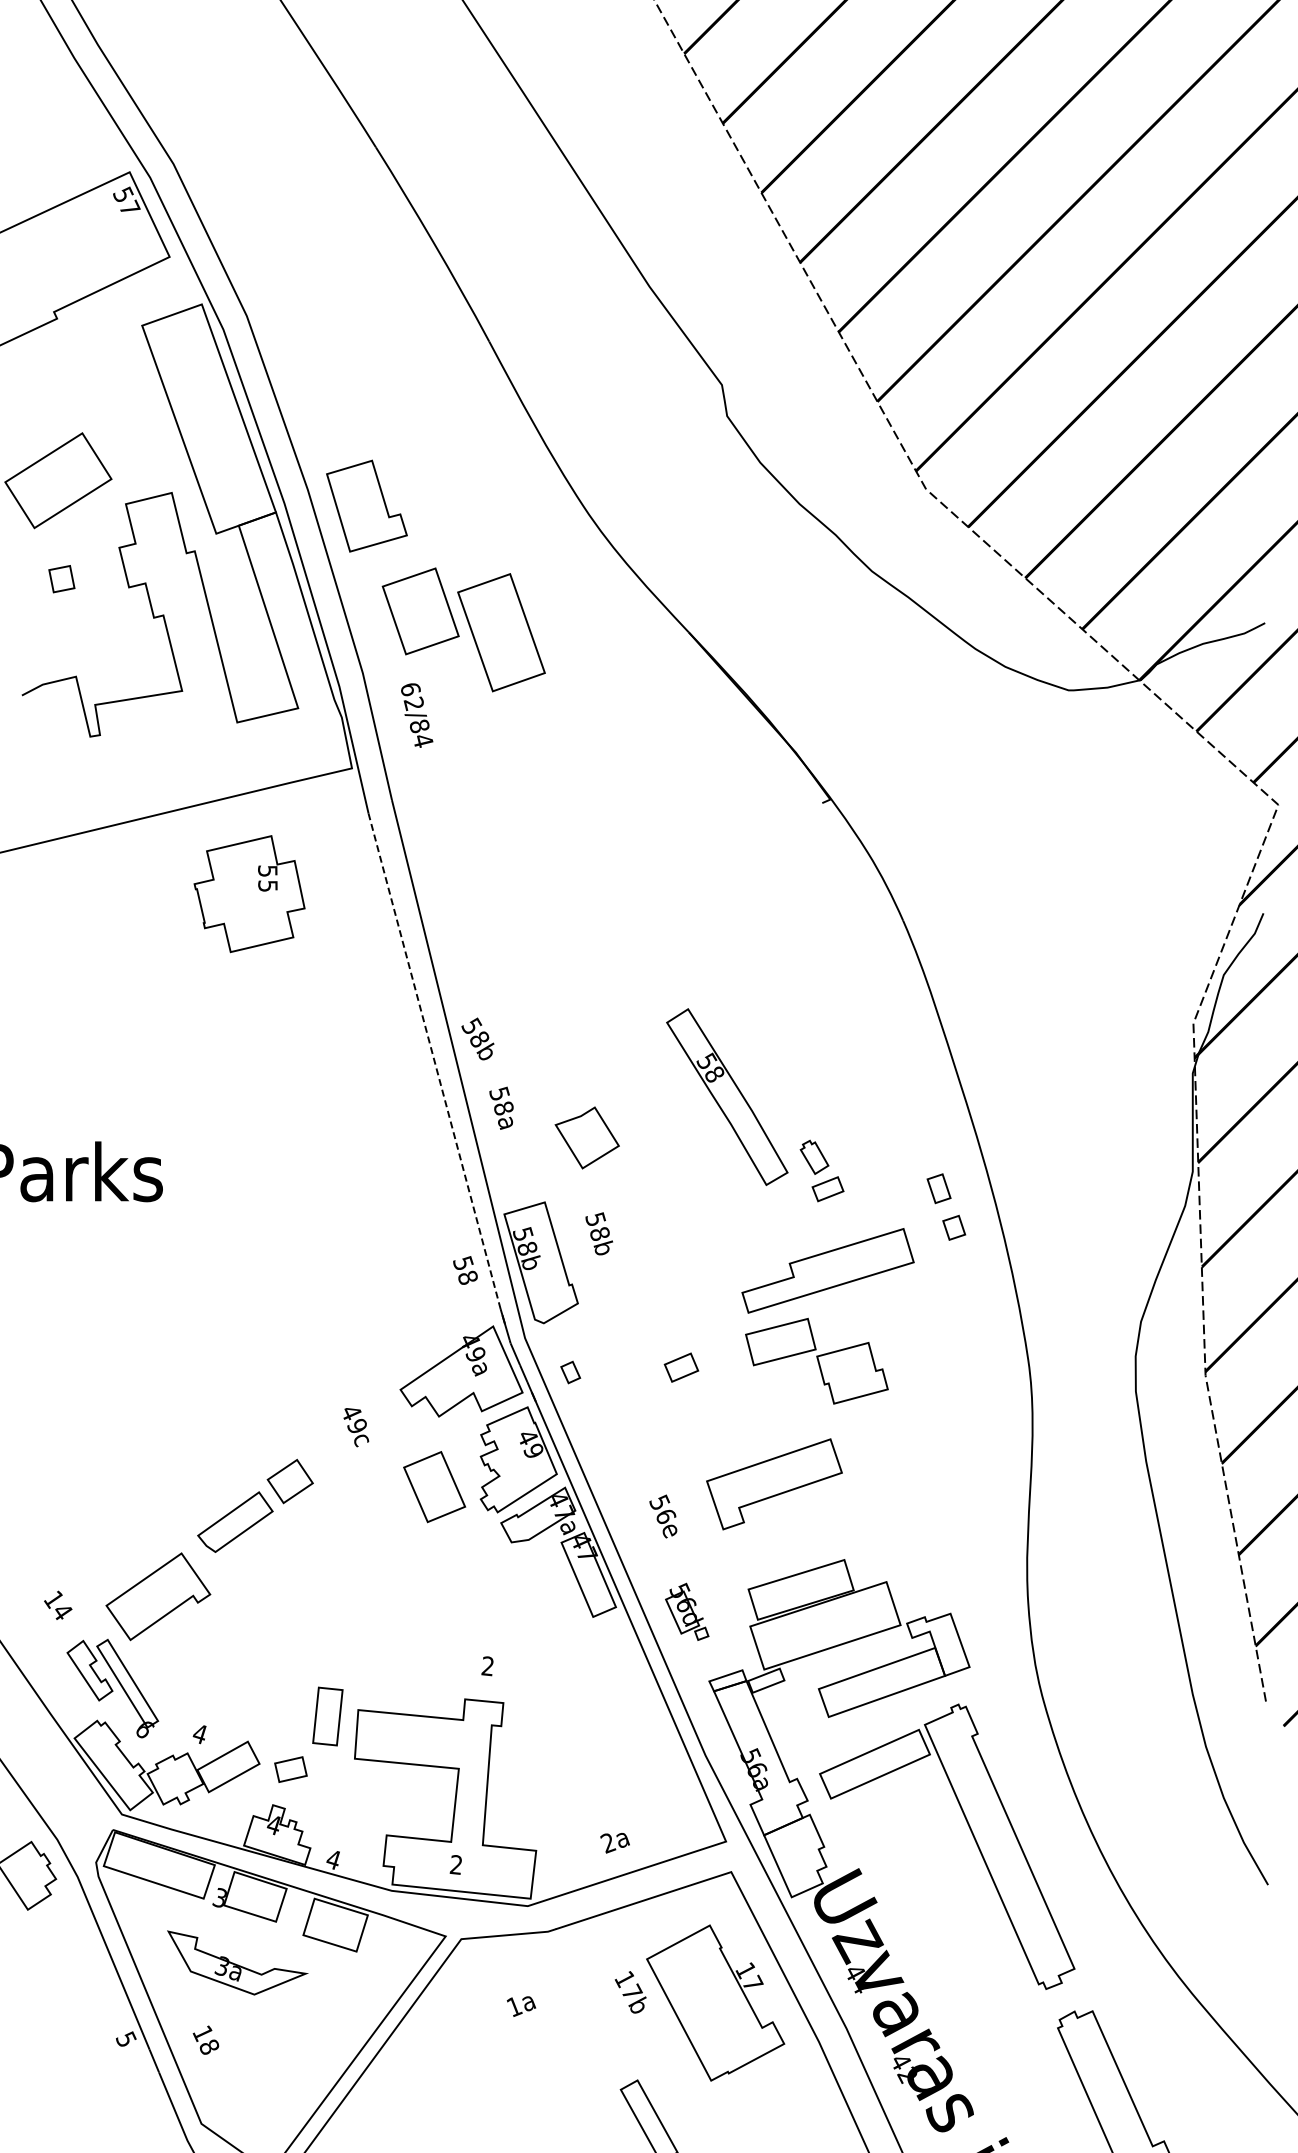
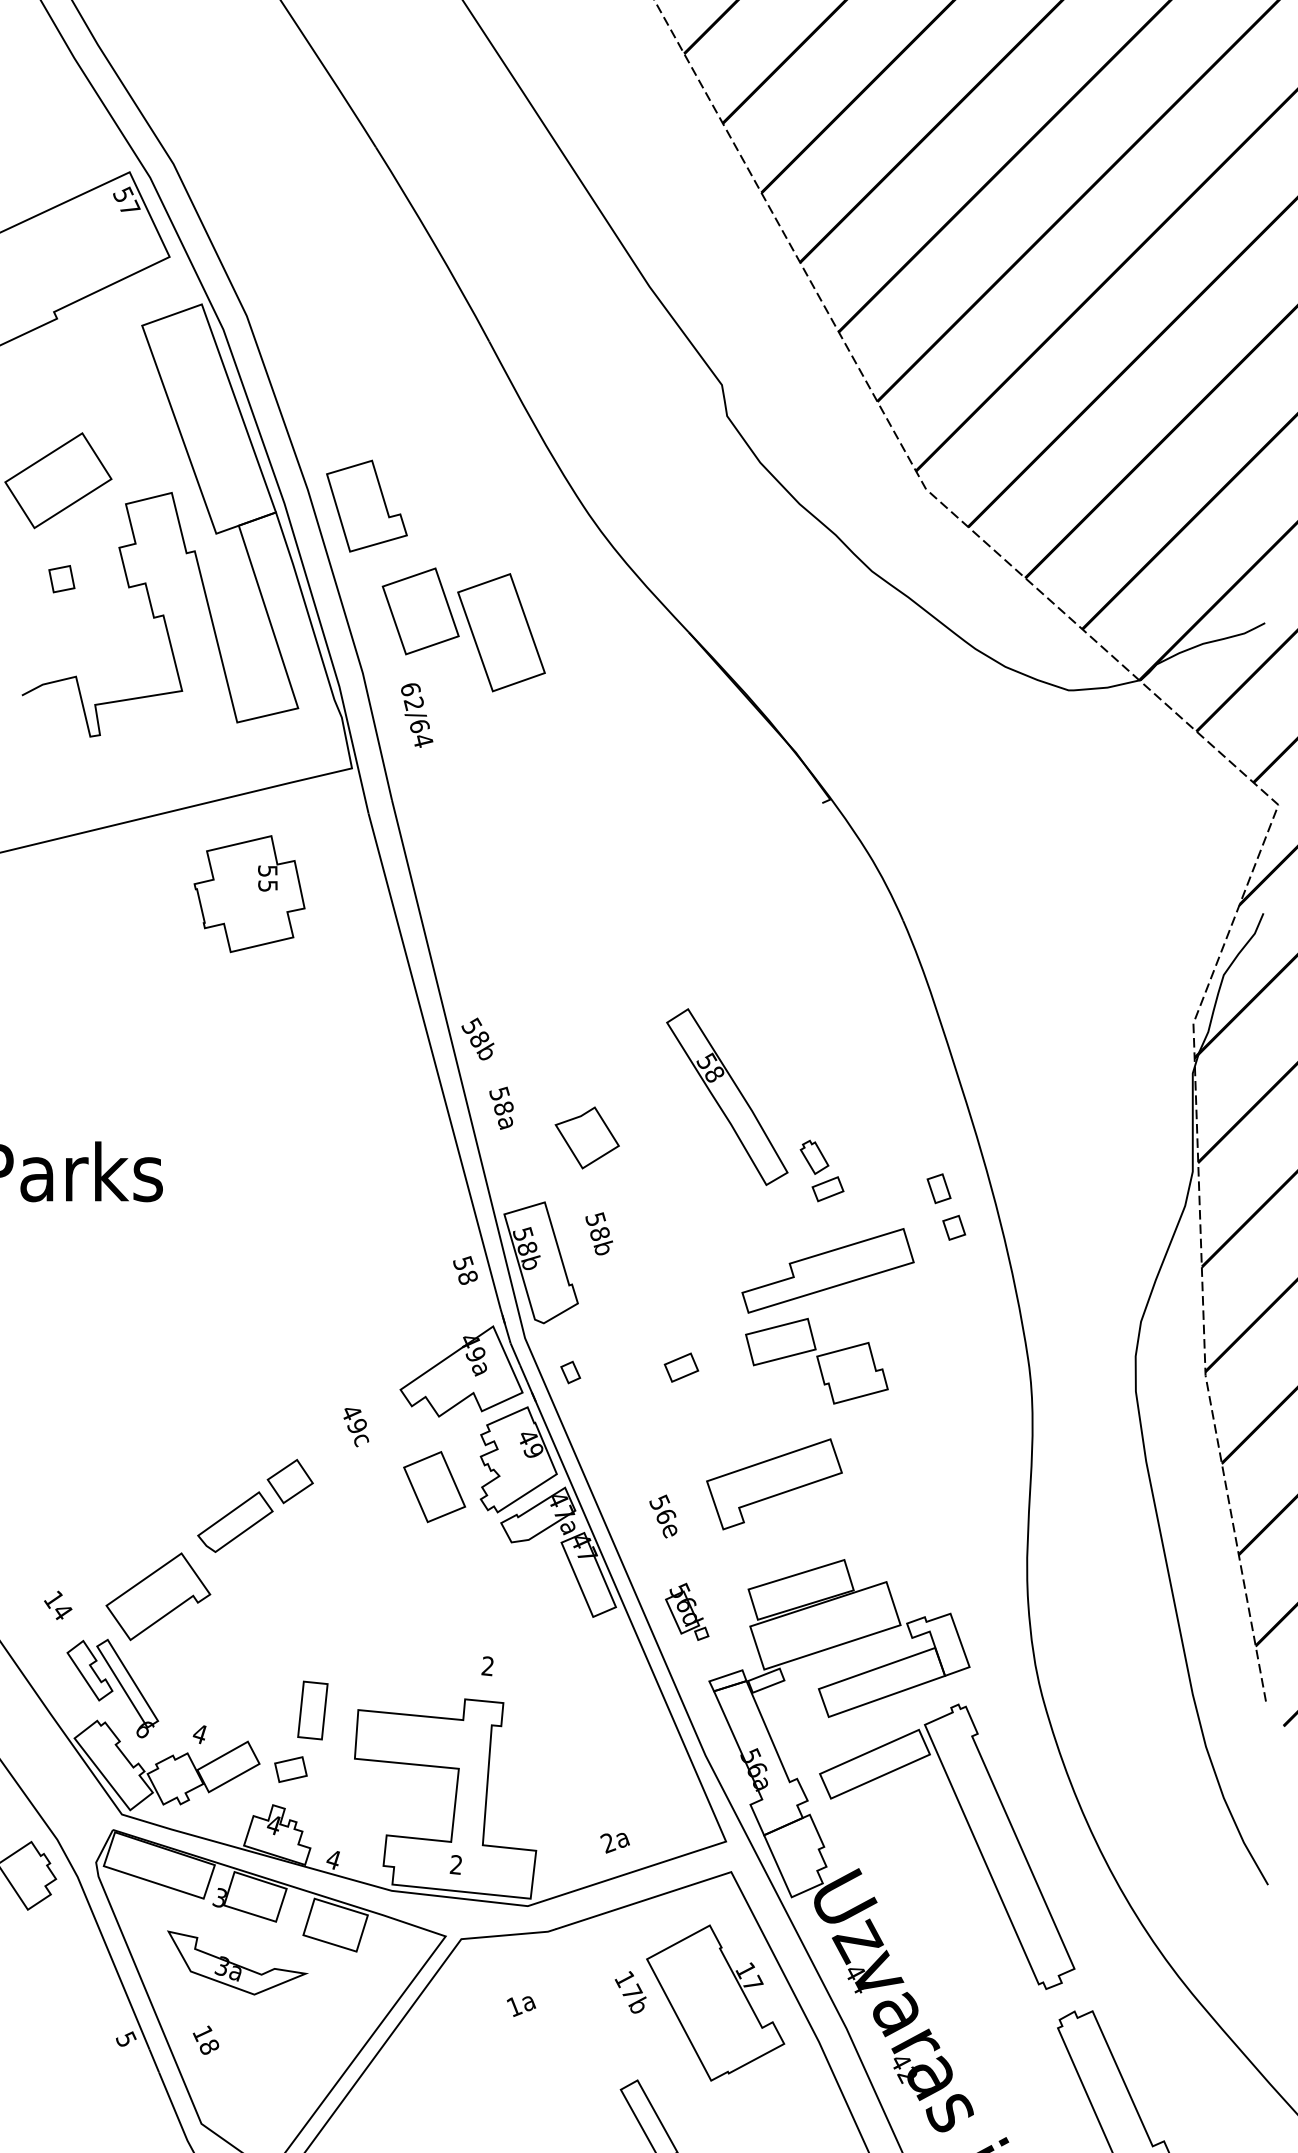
text at (419, 725): 62/84 -> 62/64
line at (434, 1060): dashed -> solid
part at (327, 1716) position: (327, 1716) -> (312, 1710)
